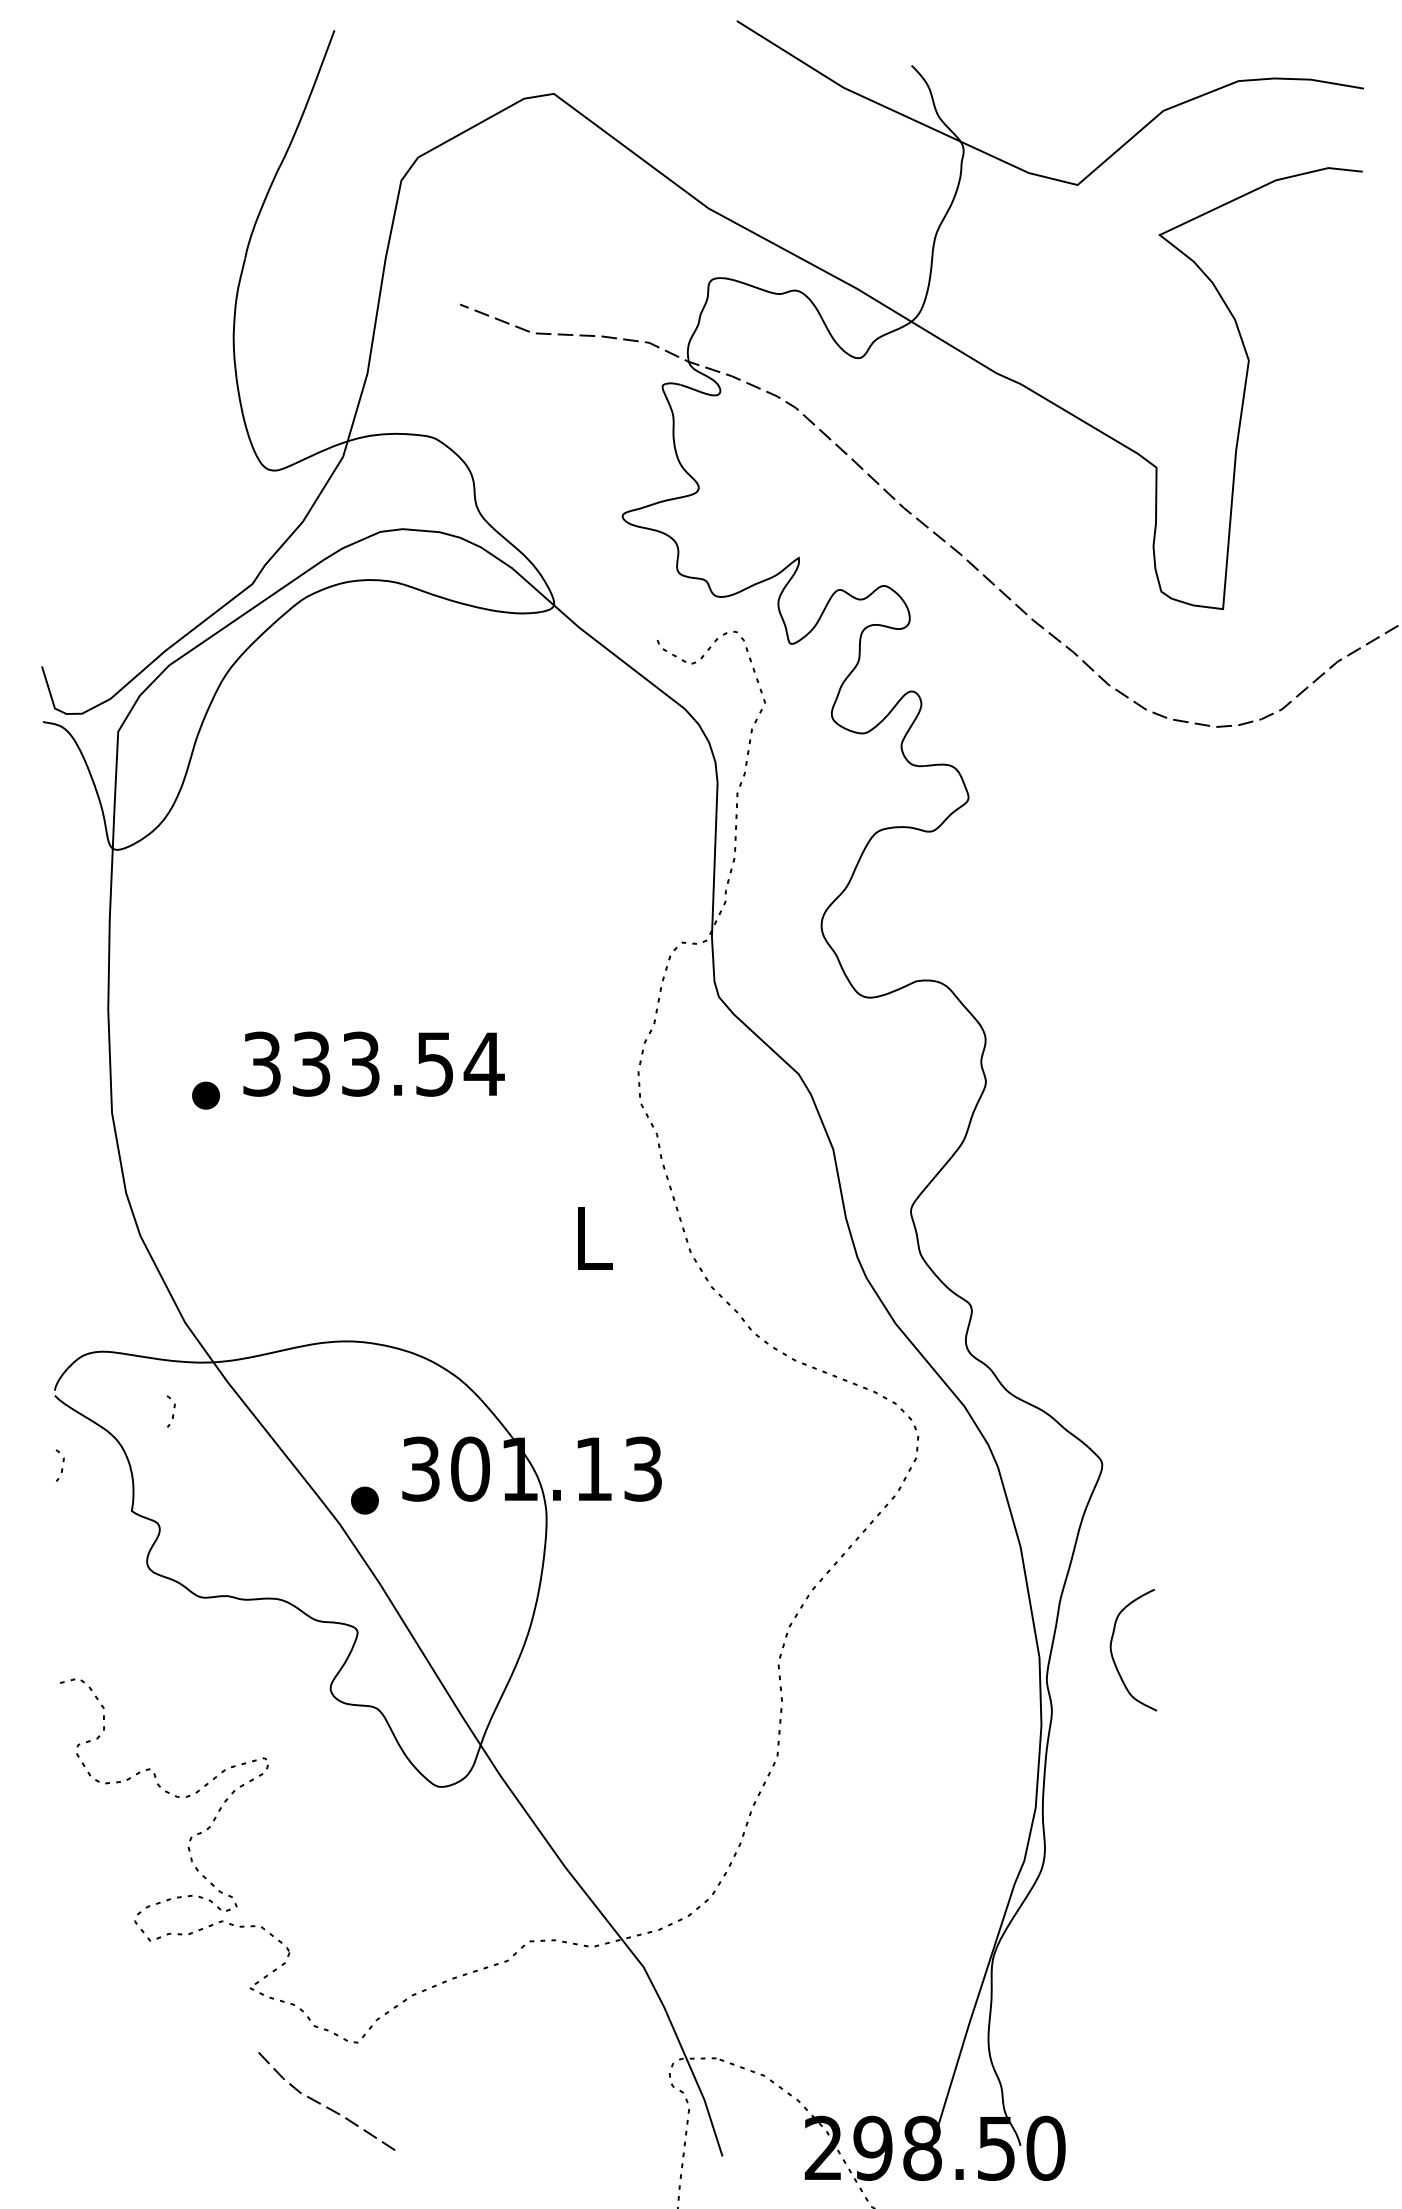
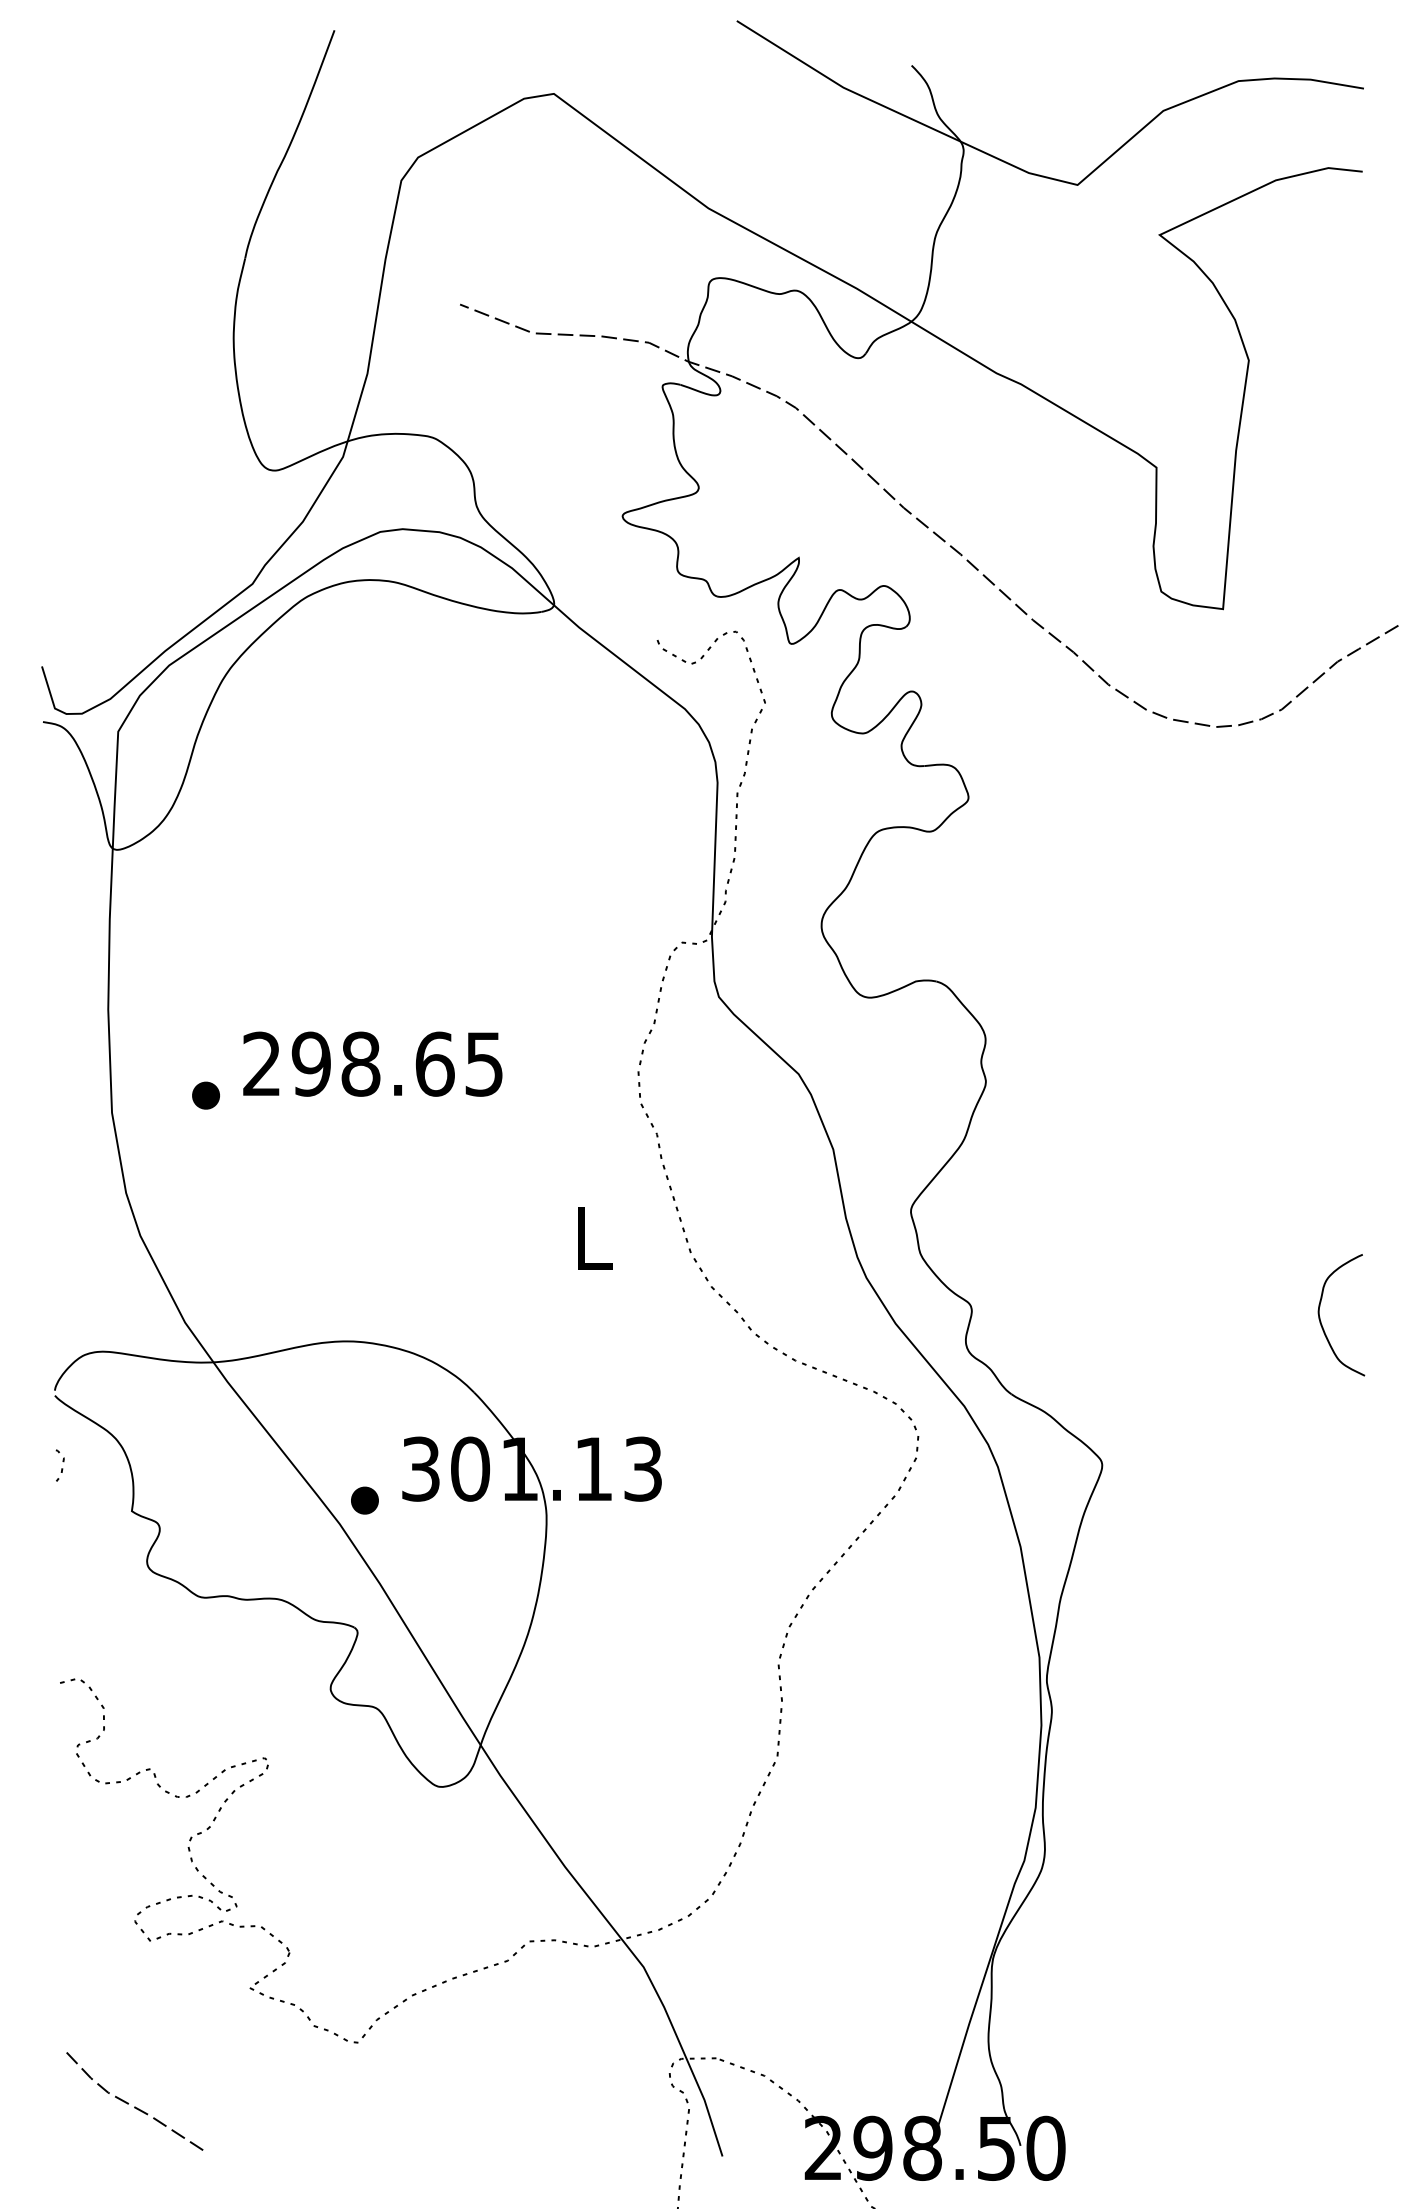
text at (373, 1063): 333.54 -> 298.65
line at (172, 1414): present -> none
curve at (1113, 1656) position: (1113, 1656) -> (1321, 1321)
line at (326, 2106) position: (326, 2106) -> (134, 2106)
